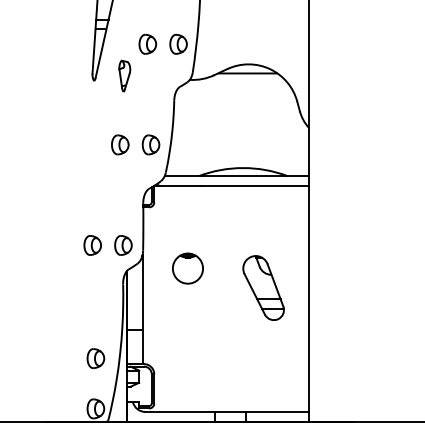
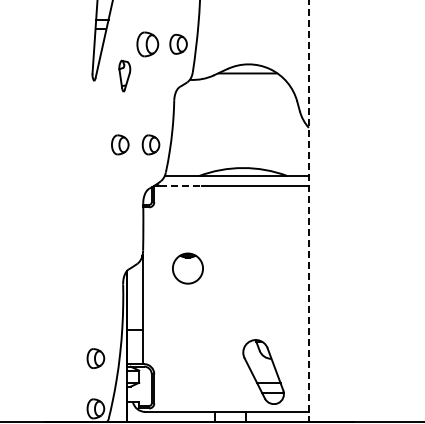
part at (147, 43) size: 20x22 px -> 24x27 px
line at (181, 185): solid -> dashed
line at (308, 211): solid -> dashed
part at (92, 245): present -> none
part at (123, 245): present -> none
part at (263, 287) position: (263, 287) -> (263, 371)
